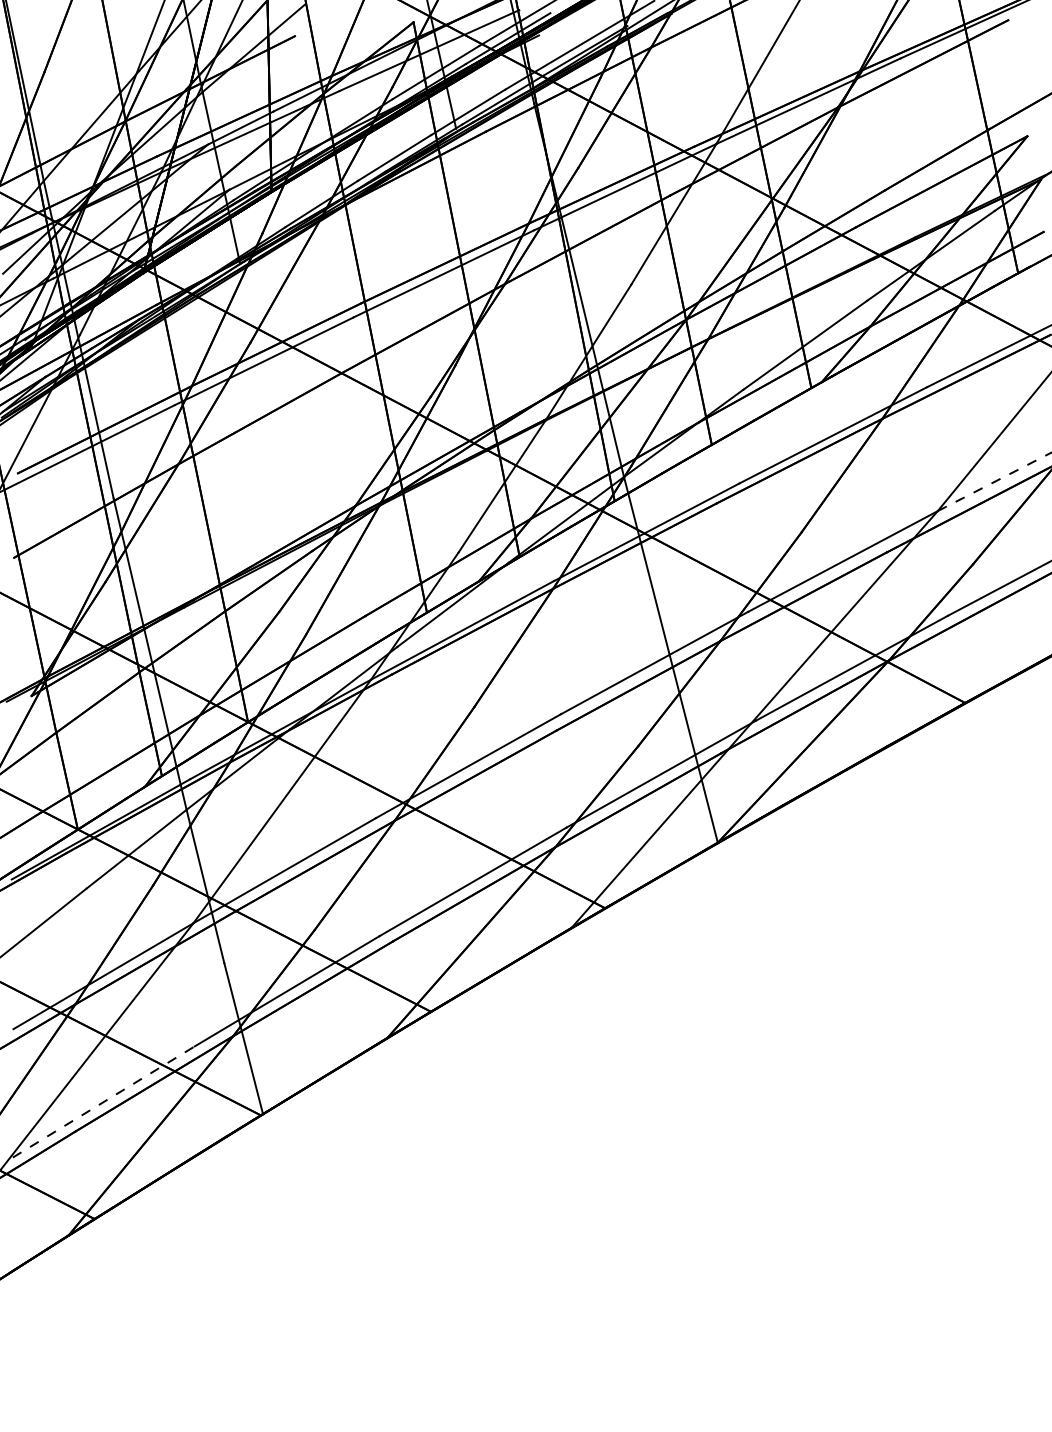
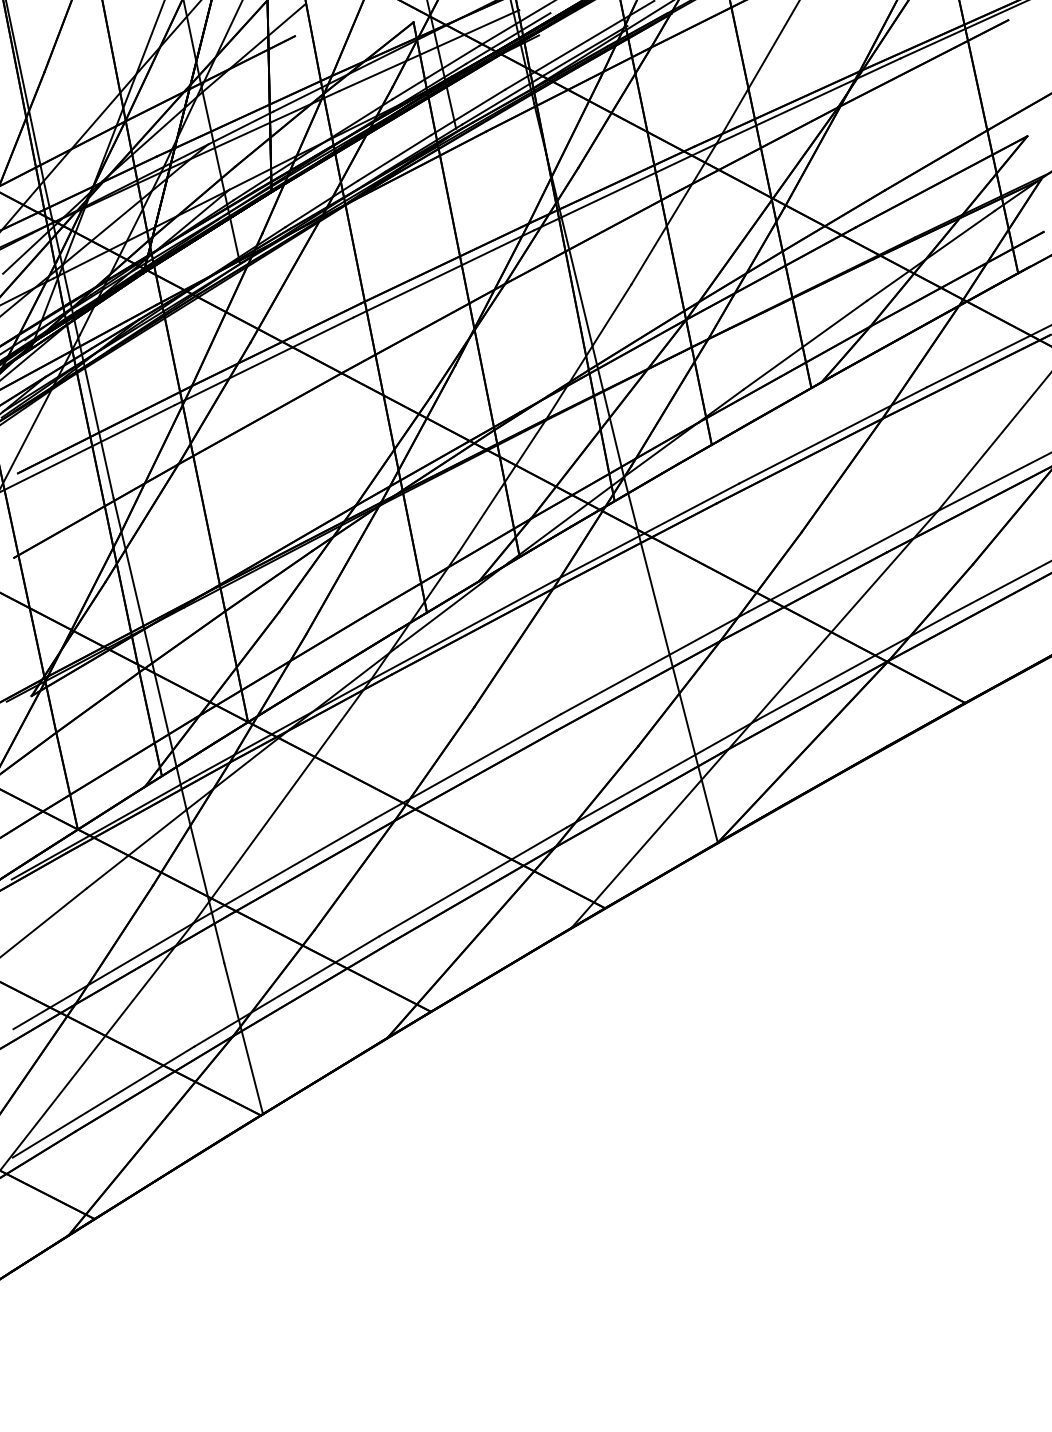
line at (994, 481): dashed -> solid
line at (103, 1101): dashed -> solid
